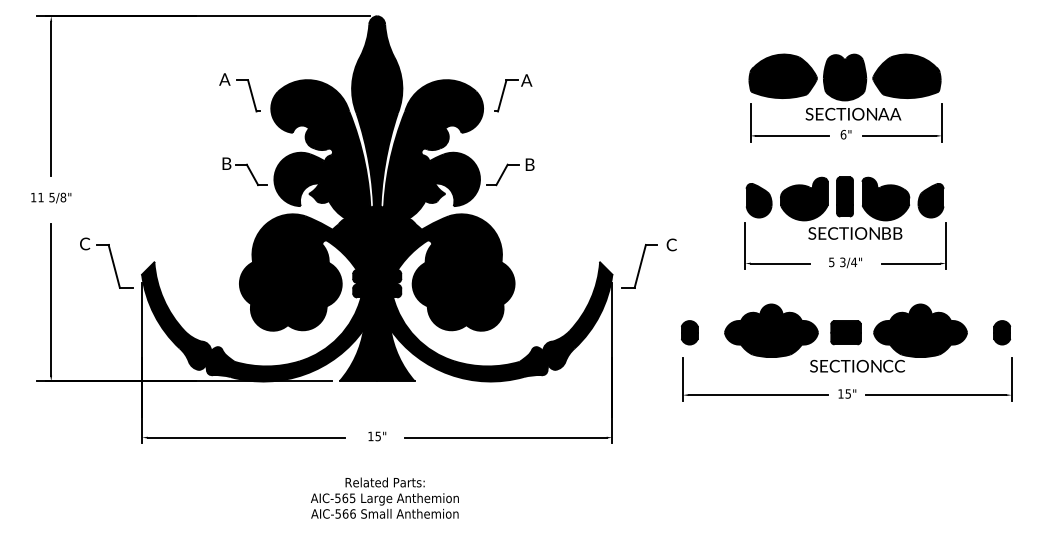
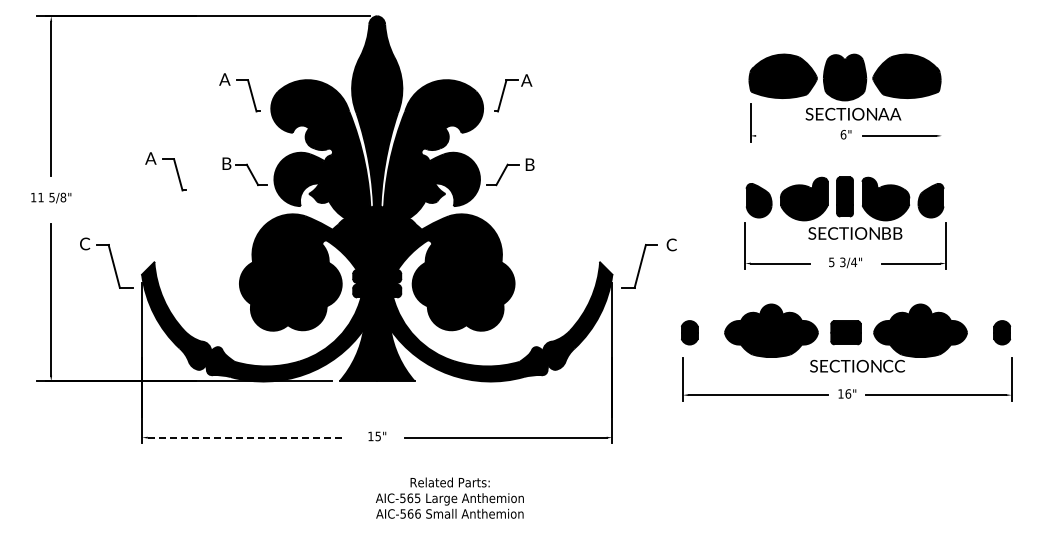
line at (941, 122): present -> none
line at (792, 135): present -> none
part at (175, 169): none -> present
text at (848, 393): 15" -> 16"
line at (246, 437): solid -> dashed
text at (384, 497) position: (384, 497) -> (449, 497)
